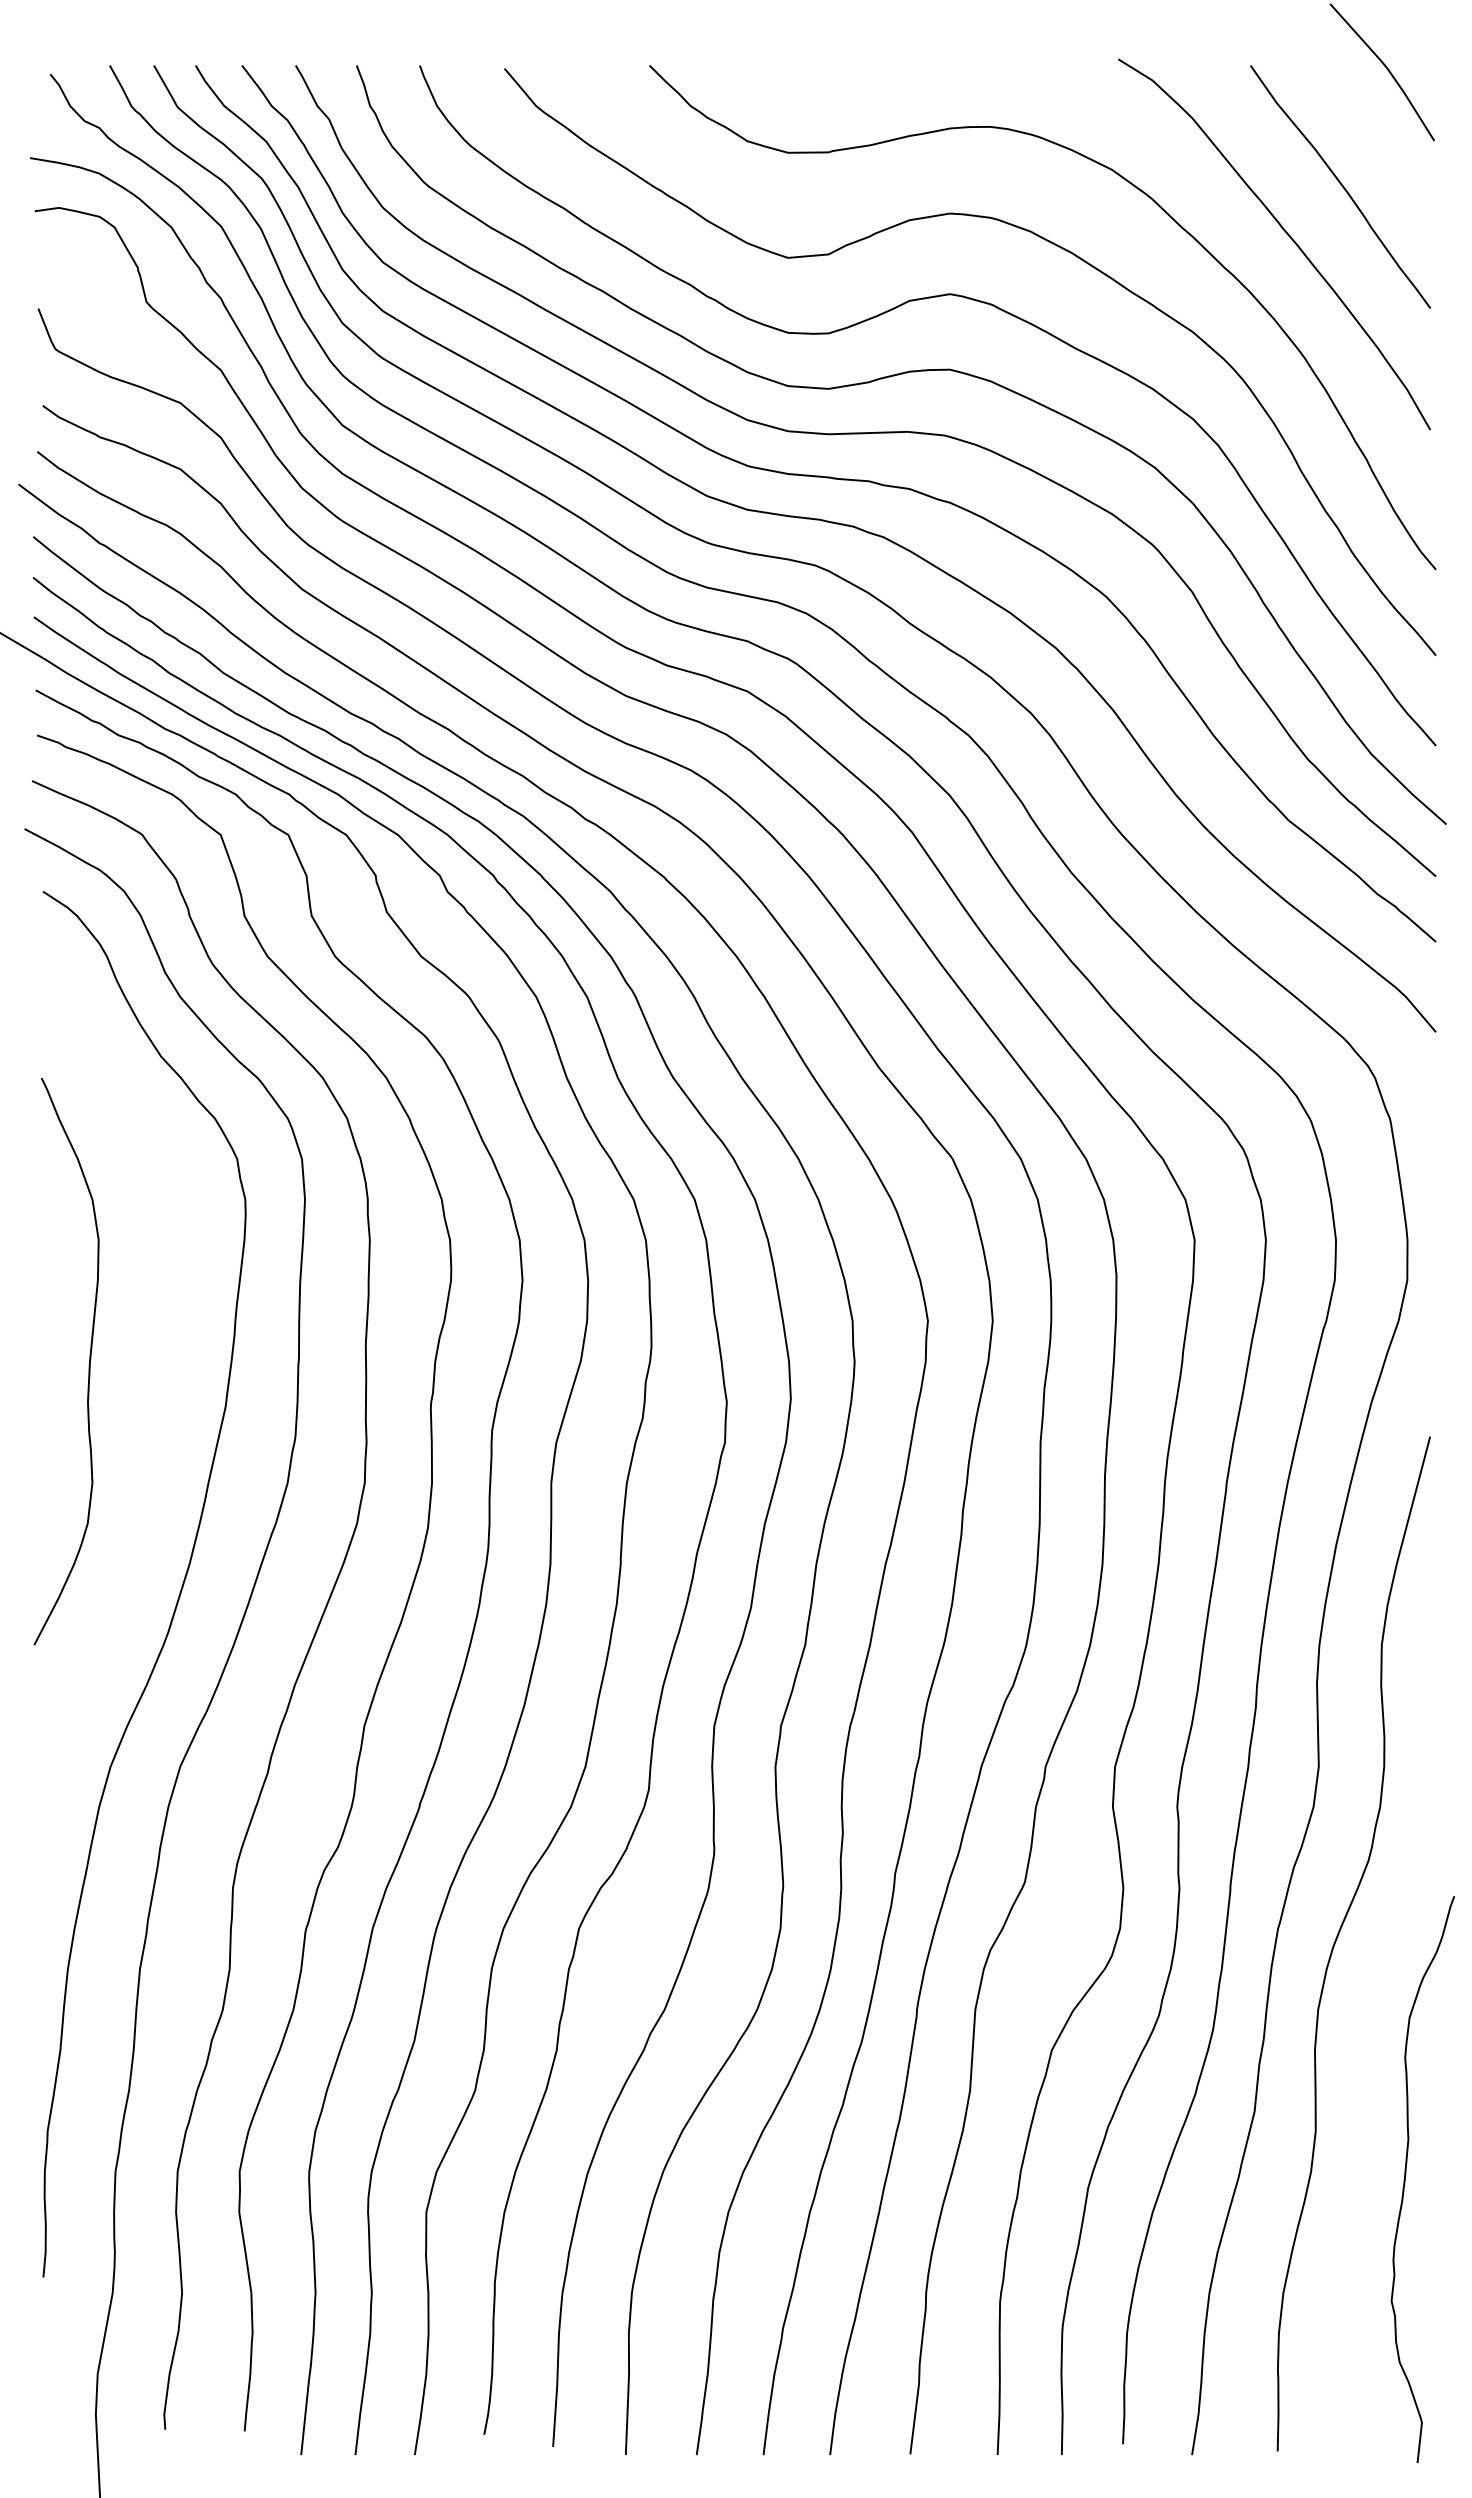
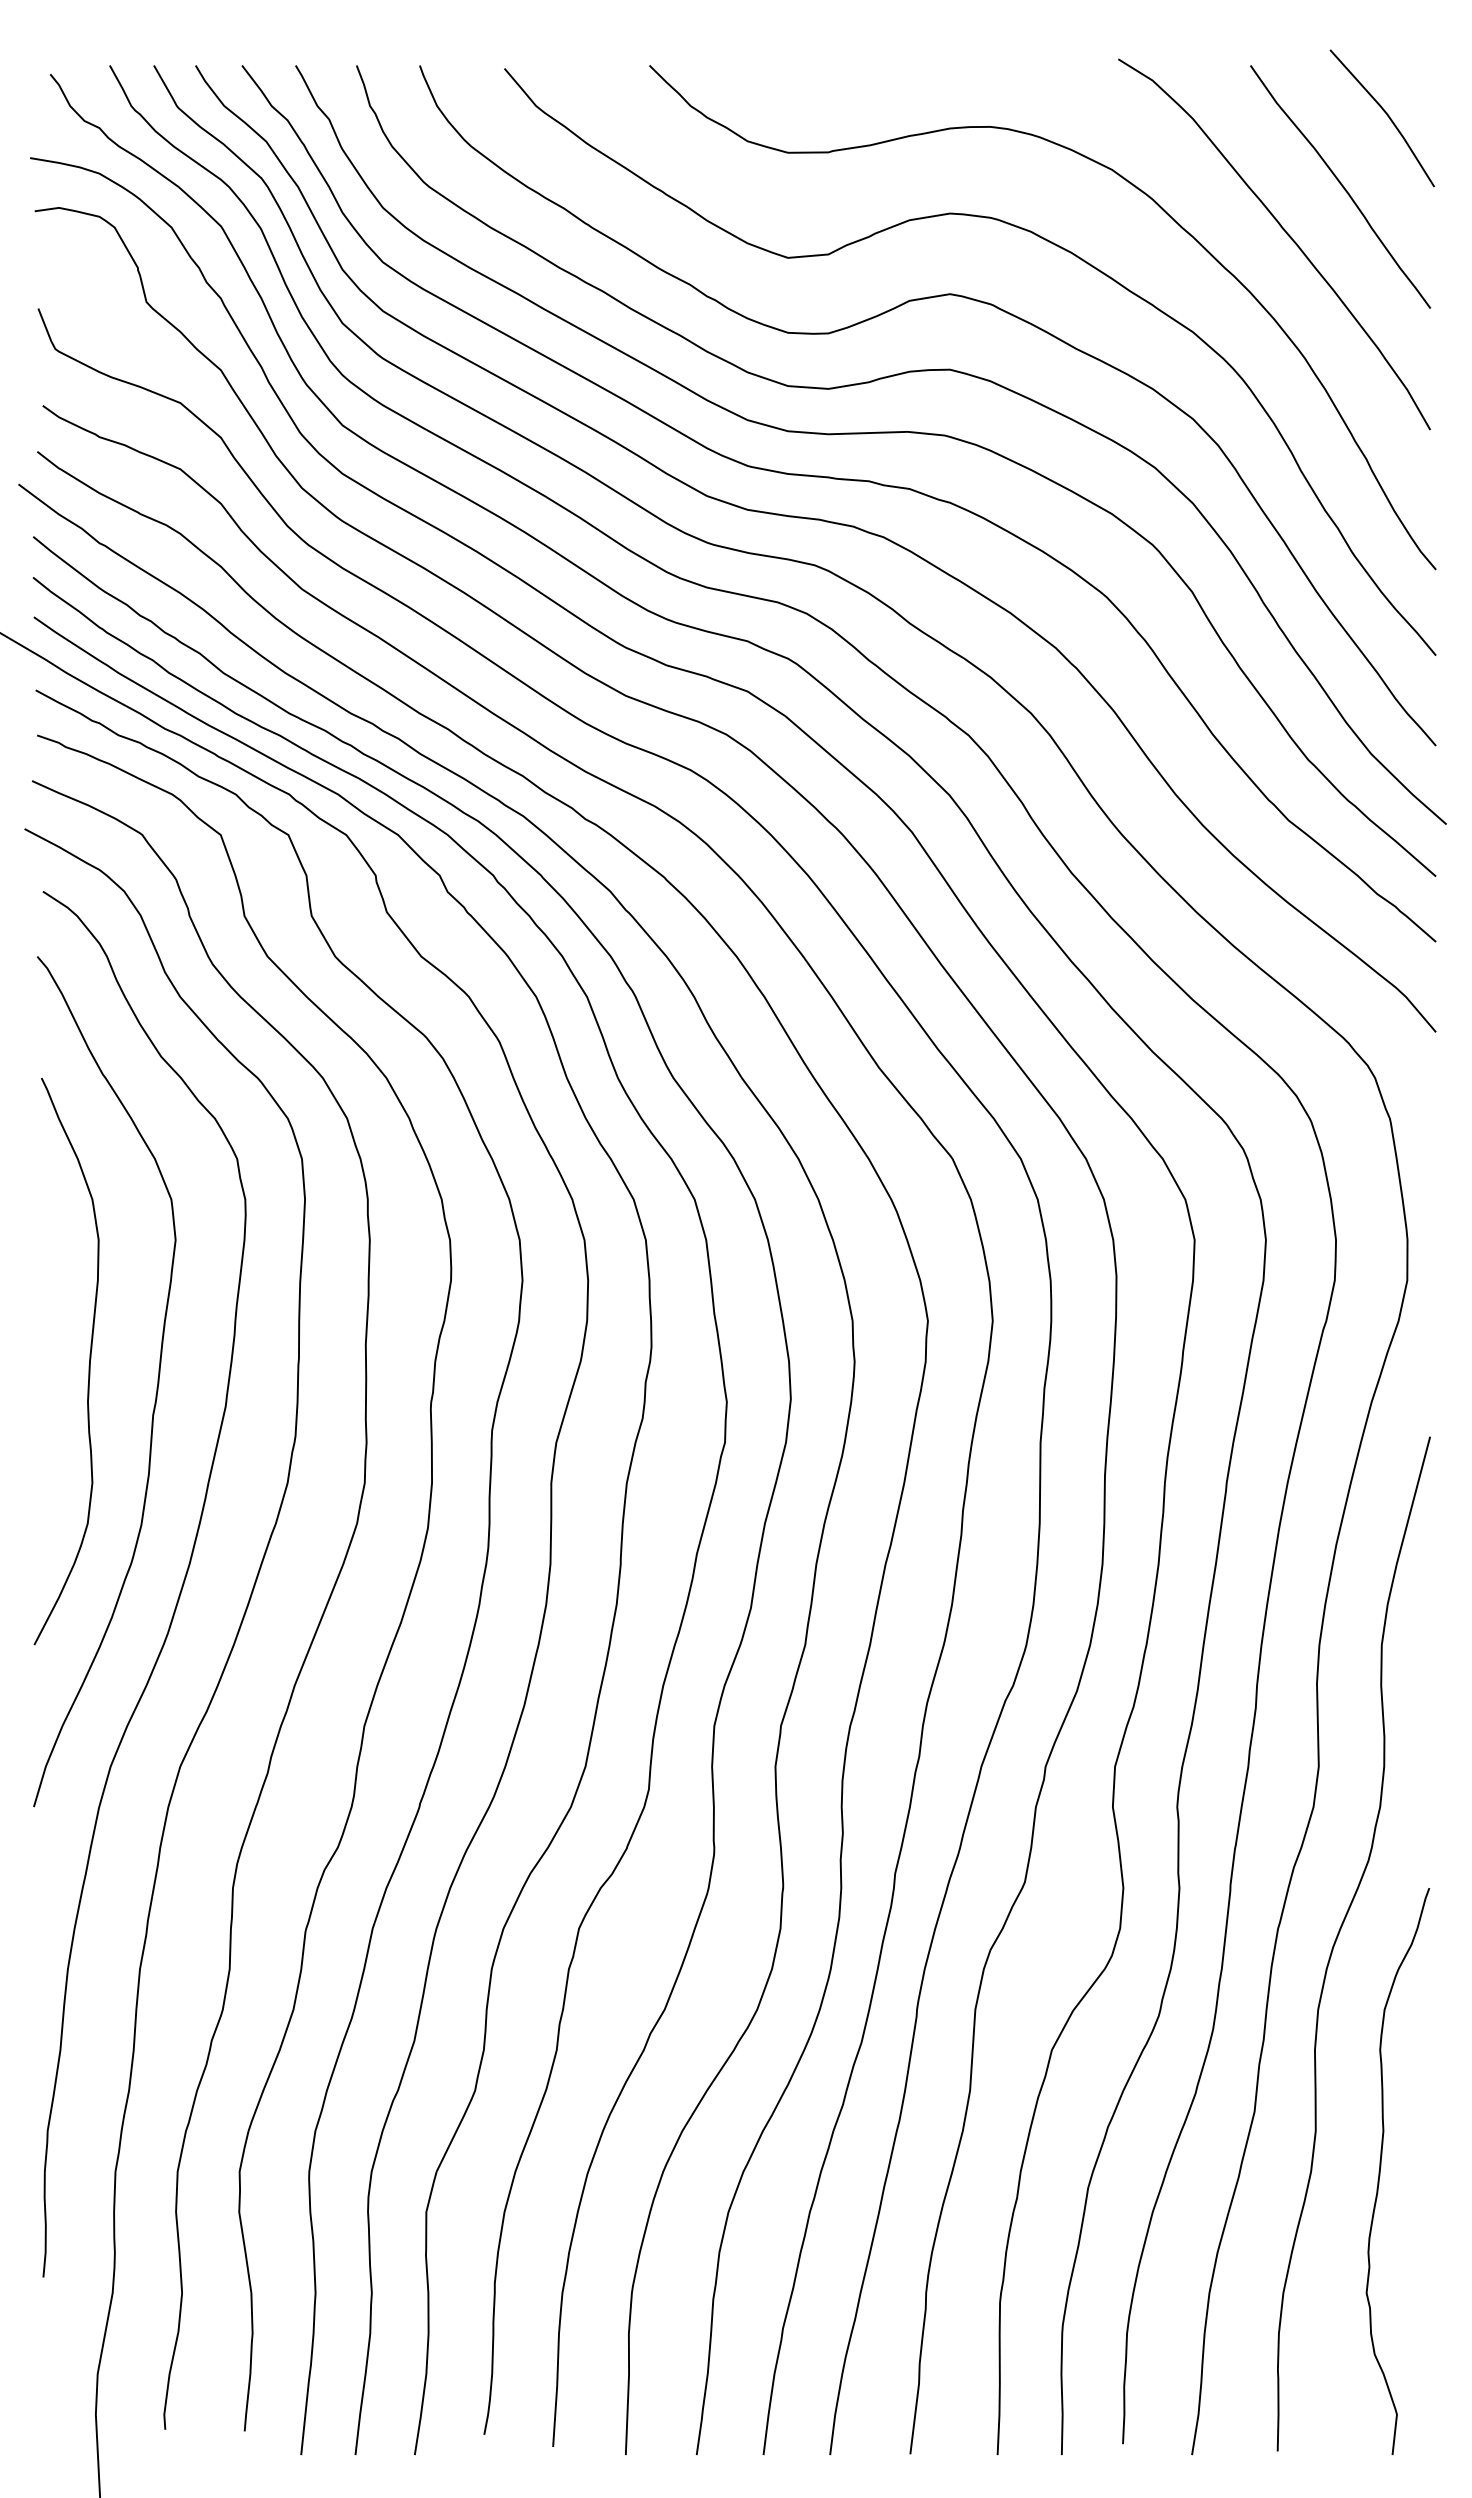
line at (1386, 69) position: (1386, 69) -> (1386, 115)
curve at (156, 1387): none -> present
curve at (1406, 2174) position: (1406, 2174) -> (1381, 2166)
